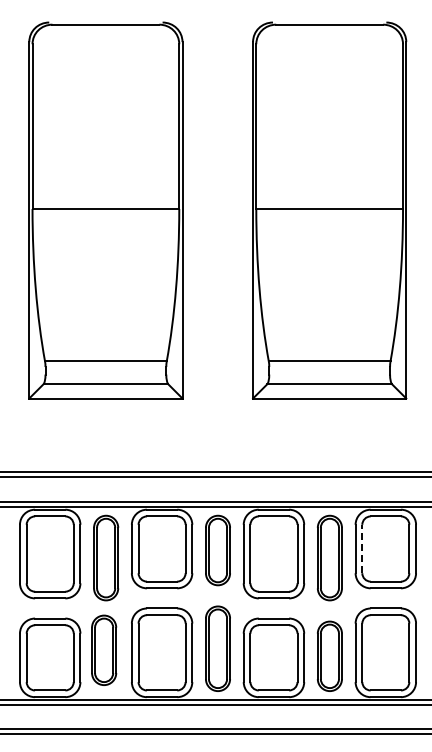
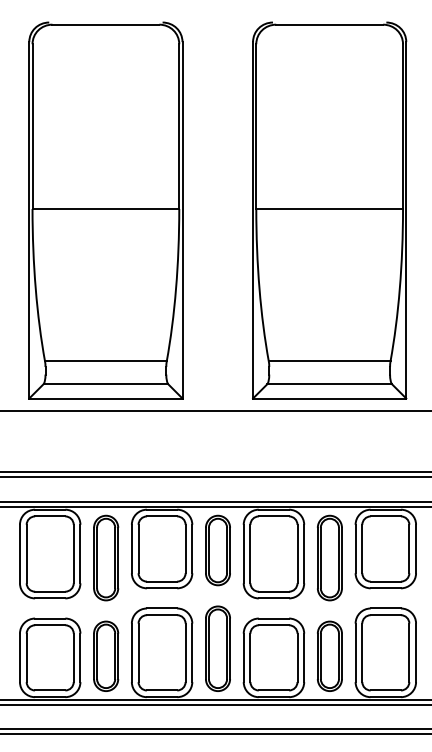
line at (215, 410): none -> present
line at (362, 548): dashed -> solid
part at (104, 649) position: (104, 649) -> (106, 655)
